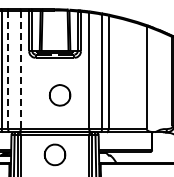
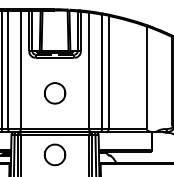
line at (8, 70): dashed -> solid
line at (21, 70): dashed -> solid
part at (60, 95) position: (60, 95) -> (55, 93)
